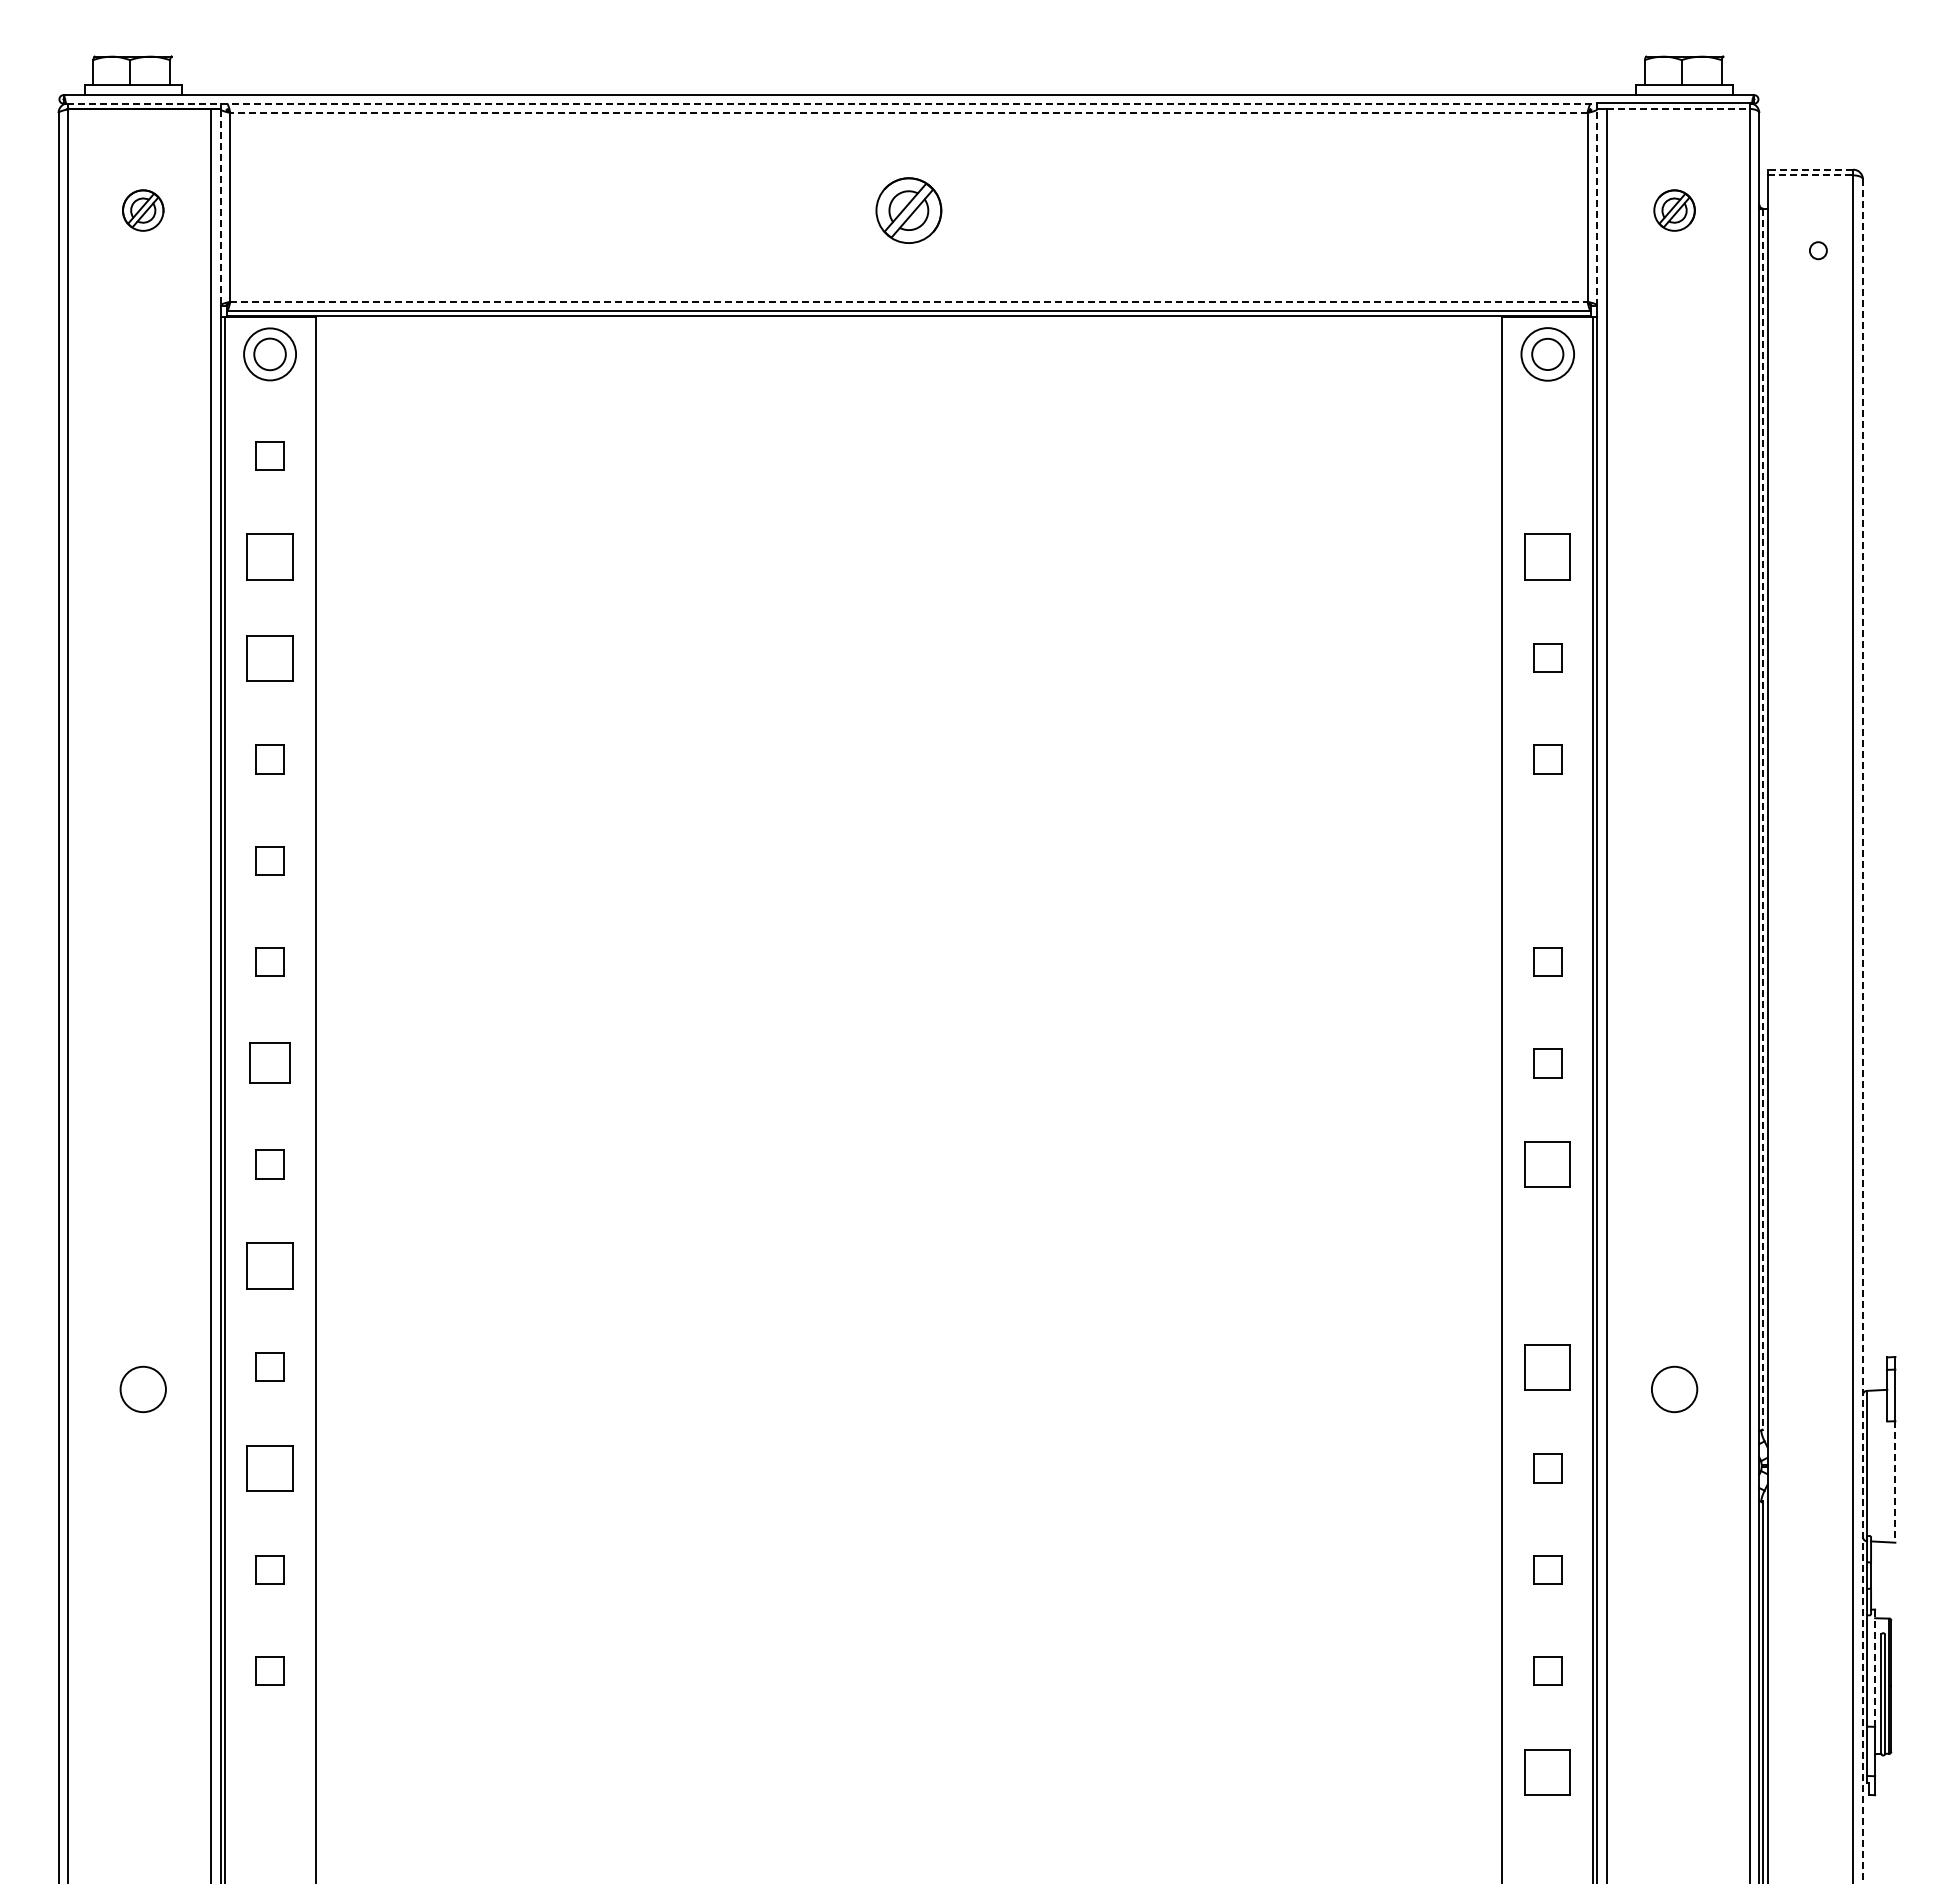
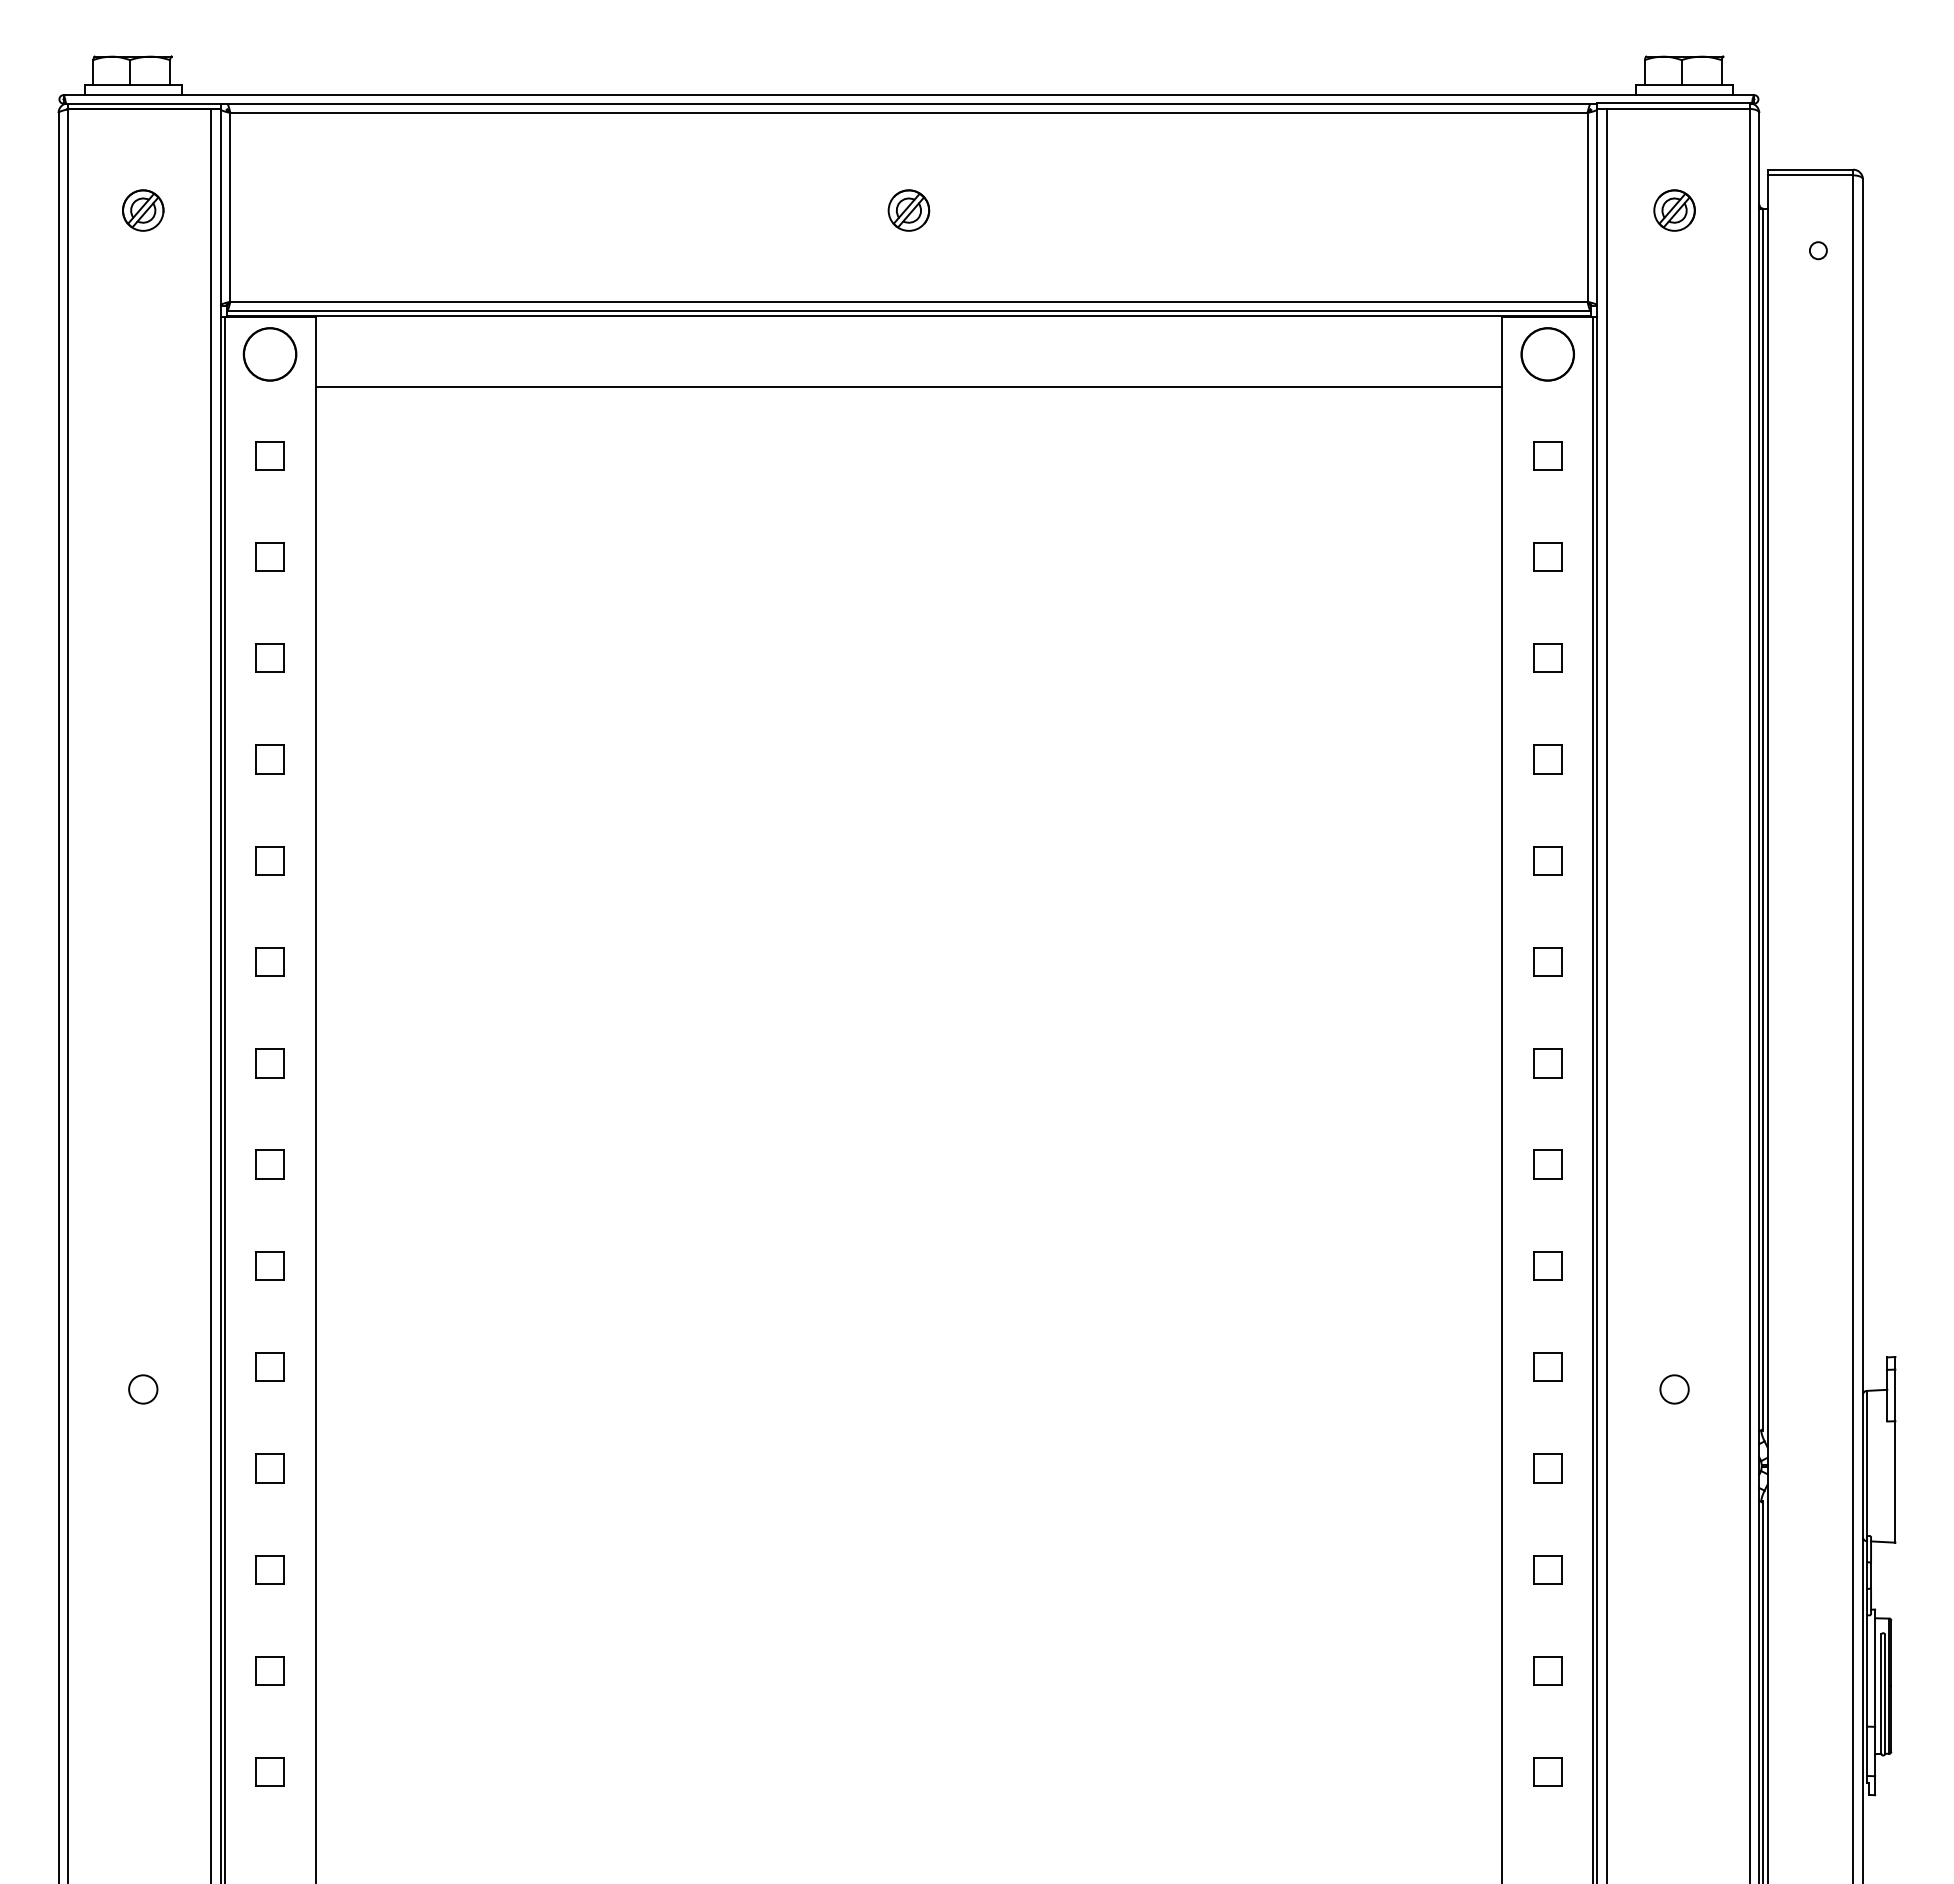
line at (832, 103): dashed -> solid
line at (1678, 108): dashed -> solid
line at (908, 112): dashed -> solid
line at (1810, 169): dashed -> solid
line at (1810, 175): dashed -> solid
line at (220, 207): dashed -> solid
line at (1597, 207): dashed -> solid
part at (908, 210) size: 68x67 px -> 44x43 px
line at (908, 301): dashed -> solid
circle at (269, 354) diameter: 32 px -> 53 px
circle at (1547, 354) diameter: 31 px -> 52 px
line at (908, 386): none -> present
part at (1547, 455): none -> present
part at (269, 556) size: 48x48 px -> 30x30 px
part at (1547, 556) size: 47x48 px -> 30x30 px
part at (269, 658) size: 48x47 px -> 30x30 px
line at (1763, 820): dashed -> solid
part at (1547, 860): none -> present
line at (1862, 1032): dashed -> solid
part at (269, 1062) size: 42x42 px -> 30x31 px
part at (1547, 1164) size: 47x47 px -> 30x31 px
part at (269, 1265) size: 48x48 px -> 30x30 px
part at (1547, 1265): none -> present
part at (1547, 1367) size: 47x47 px -> 30x30 px
circle at (142, 1389) diameter: 45 px -> 28 px
circle at (1674, 1389) diameter: 45 px -> 28 px
part at (269, 1468) size: 48x47 px -> 30x31 px
line at (1895, 1481): dashed -> solid
line at (1875, 1668): dashed -> solid
part at (269, 1771): none -> present
part at (1547, 1772) size: 47x47 px -> 30x30 px
